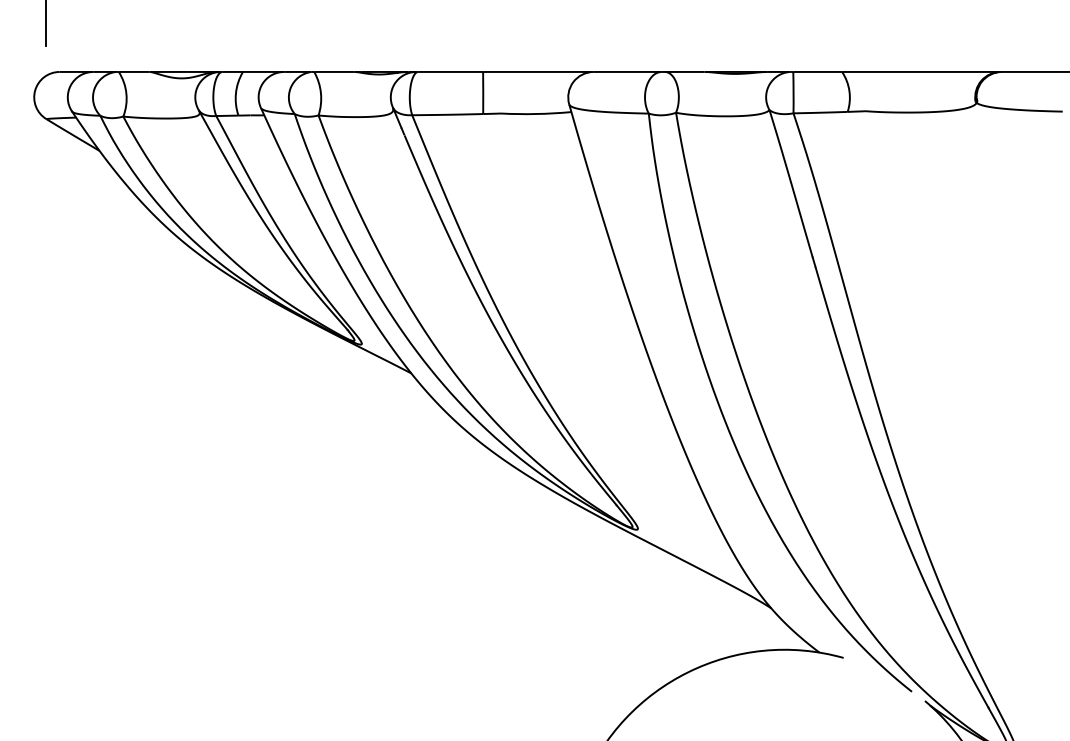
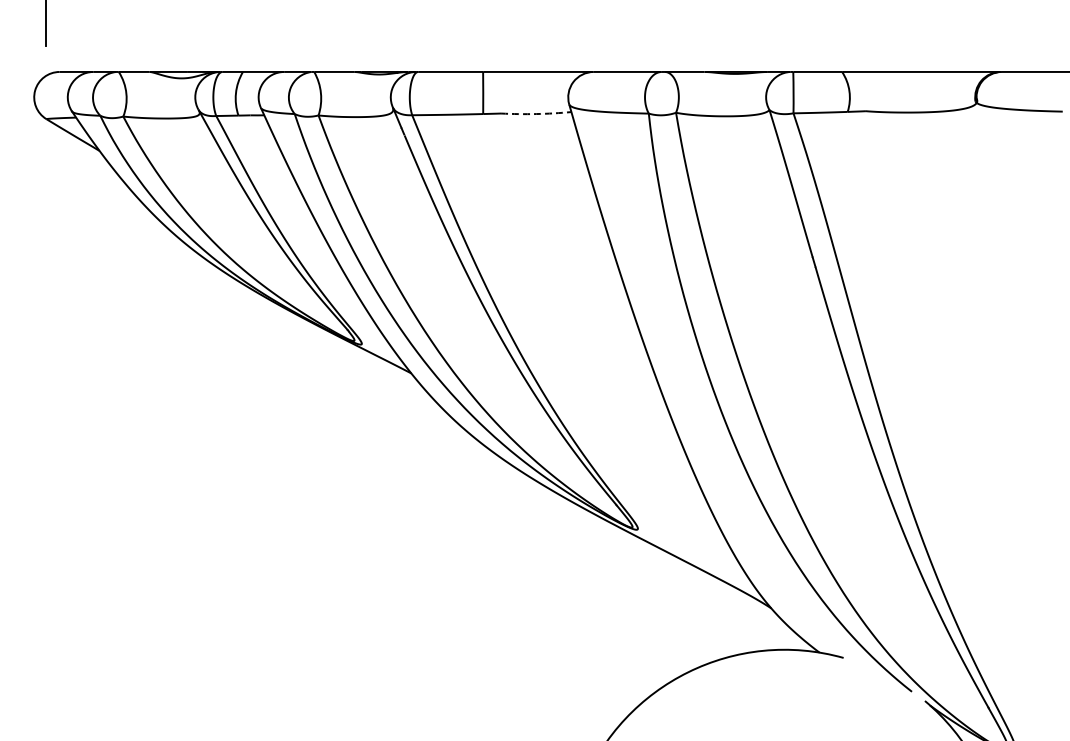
arc at (536, 114): solid -> dashed
